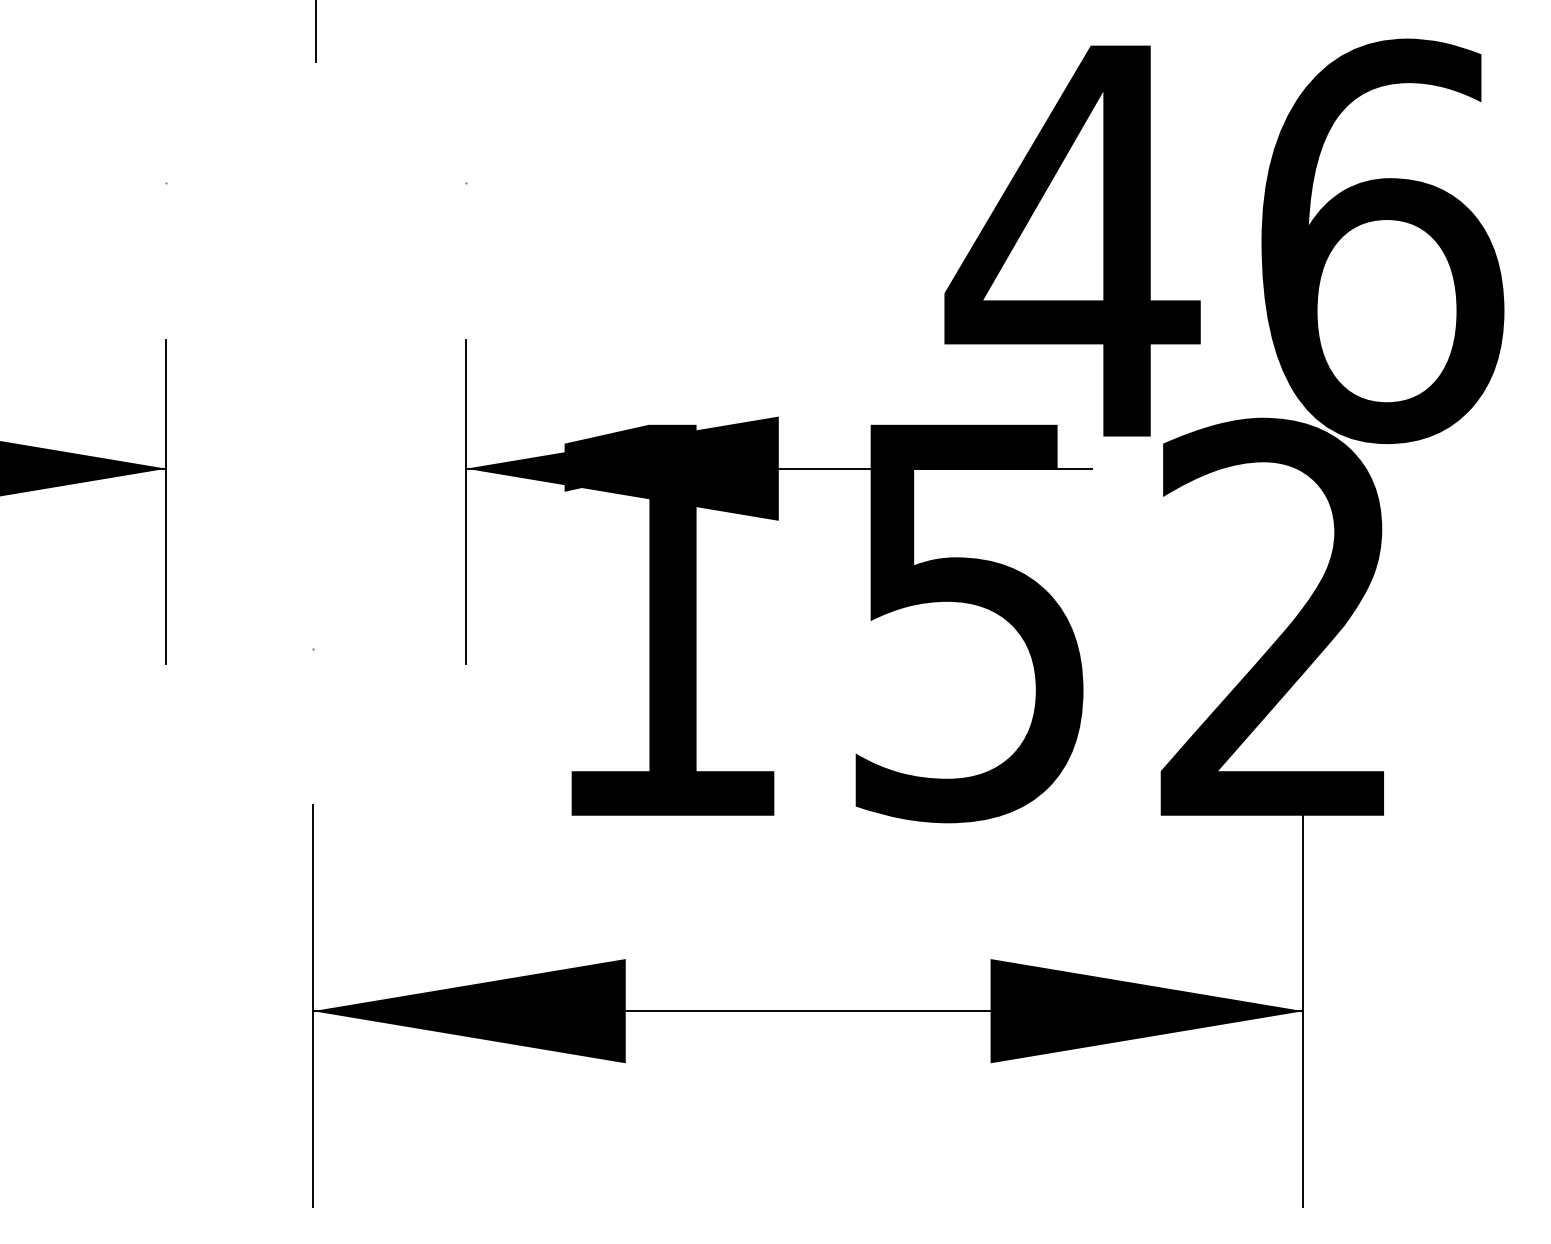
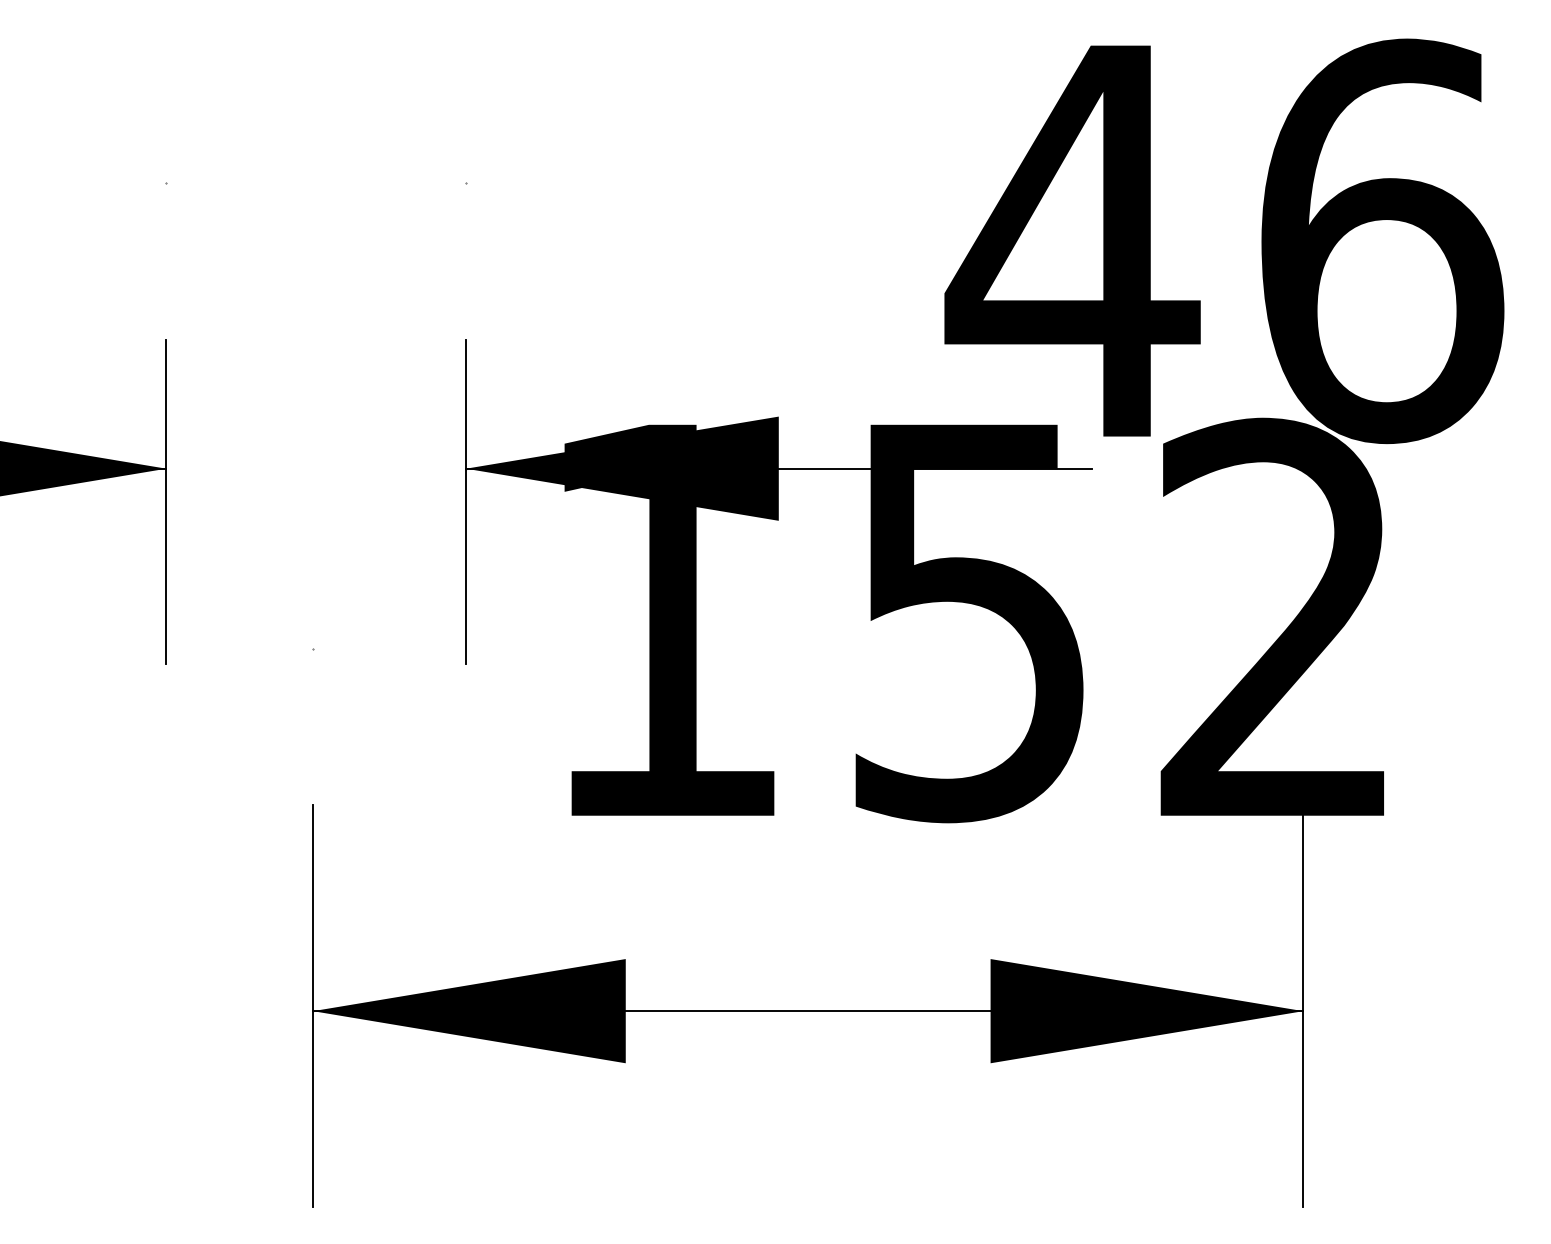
line at (316, 31): present -> none
